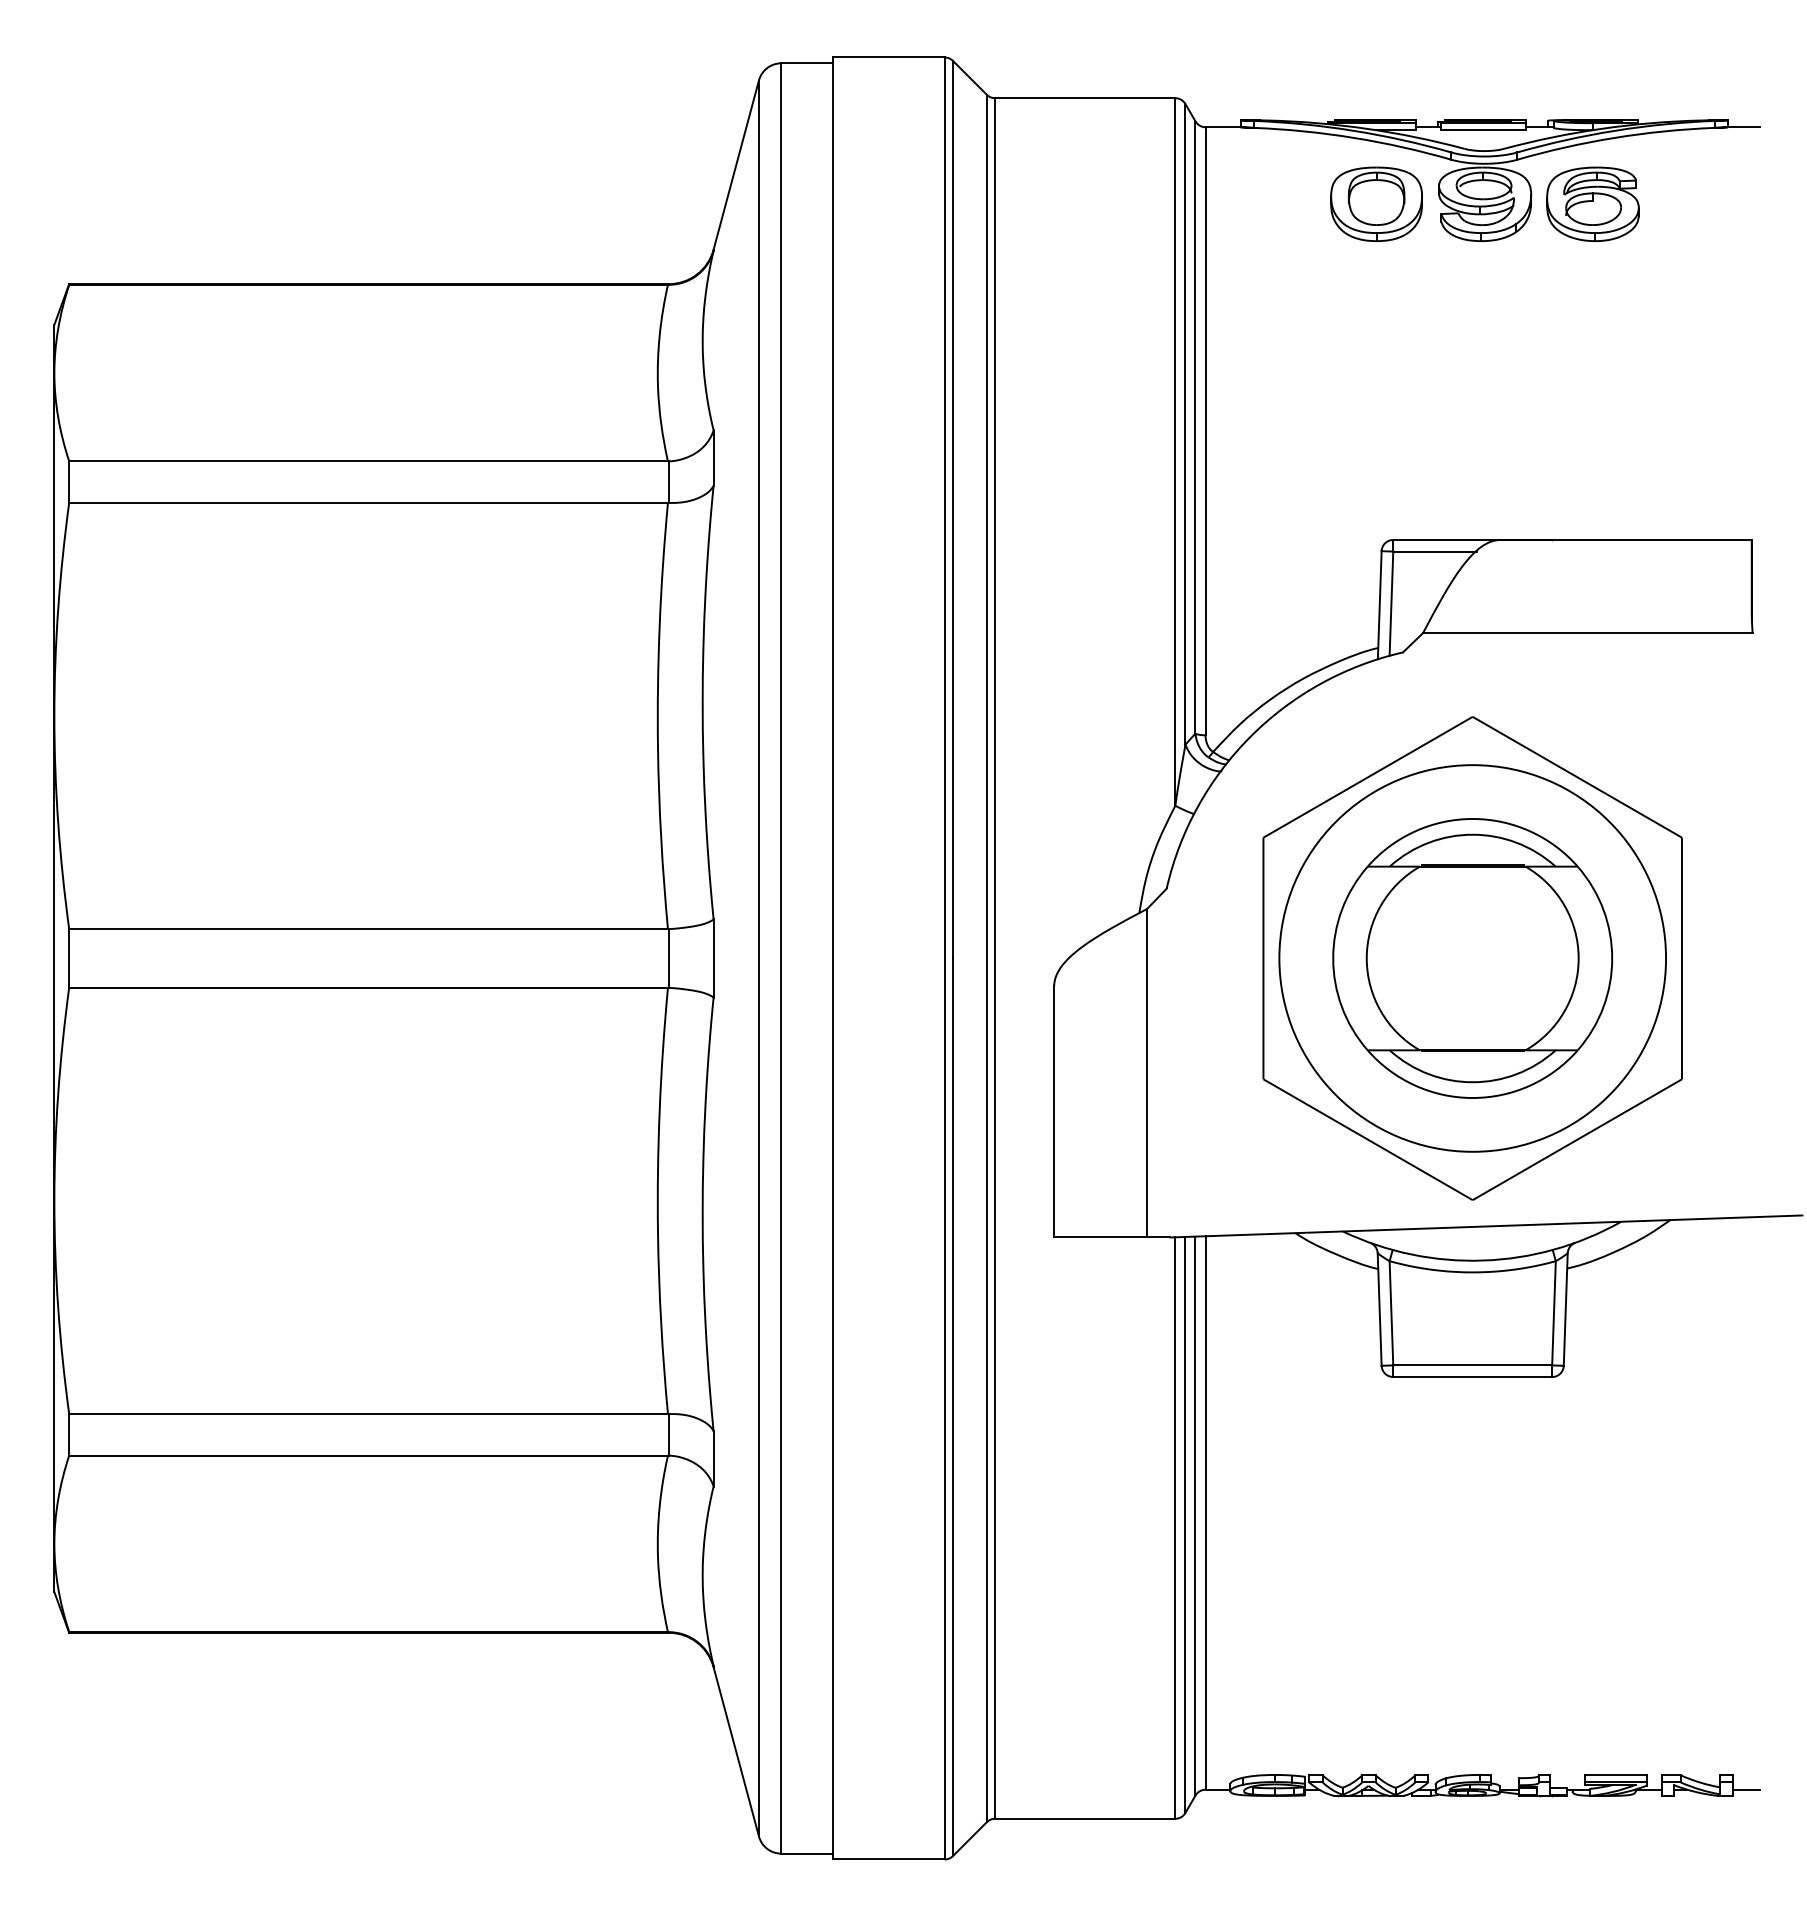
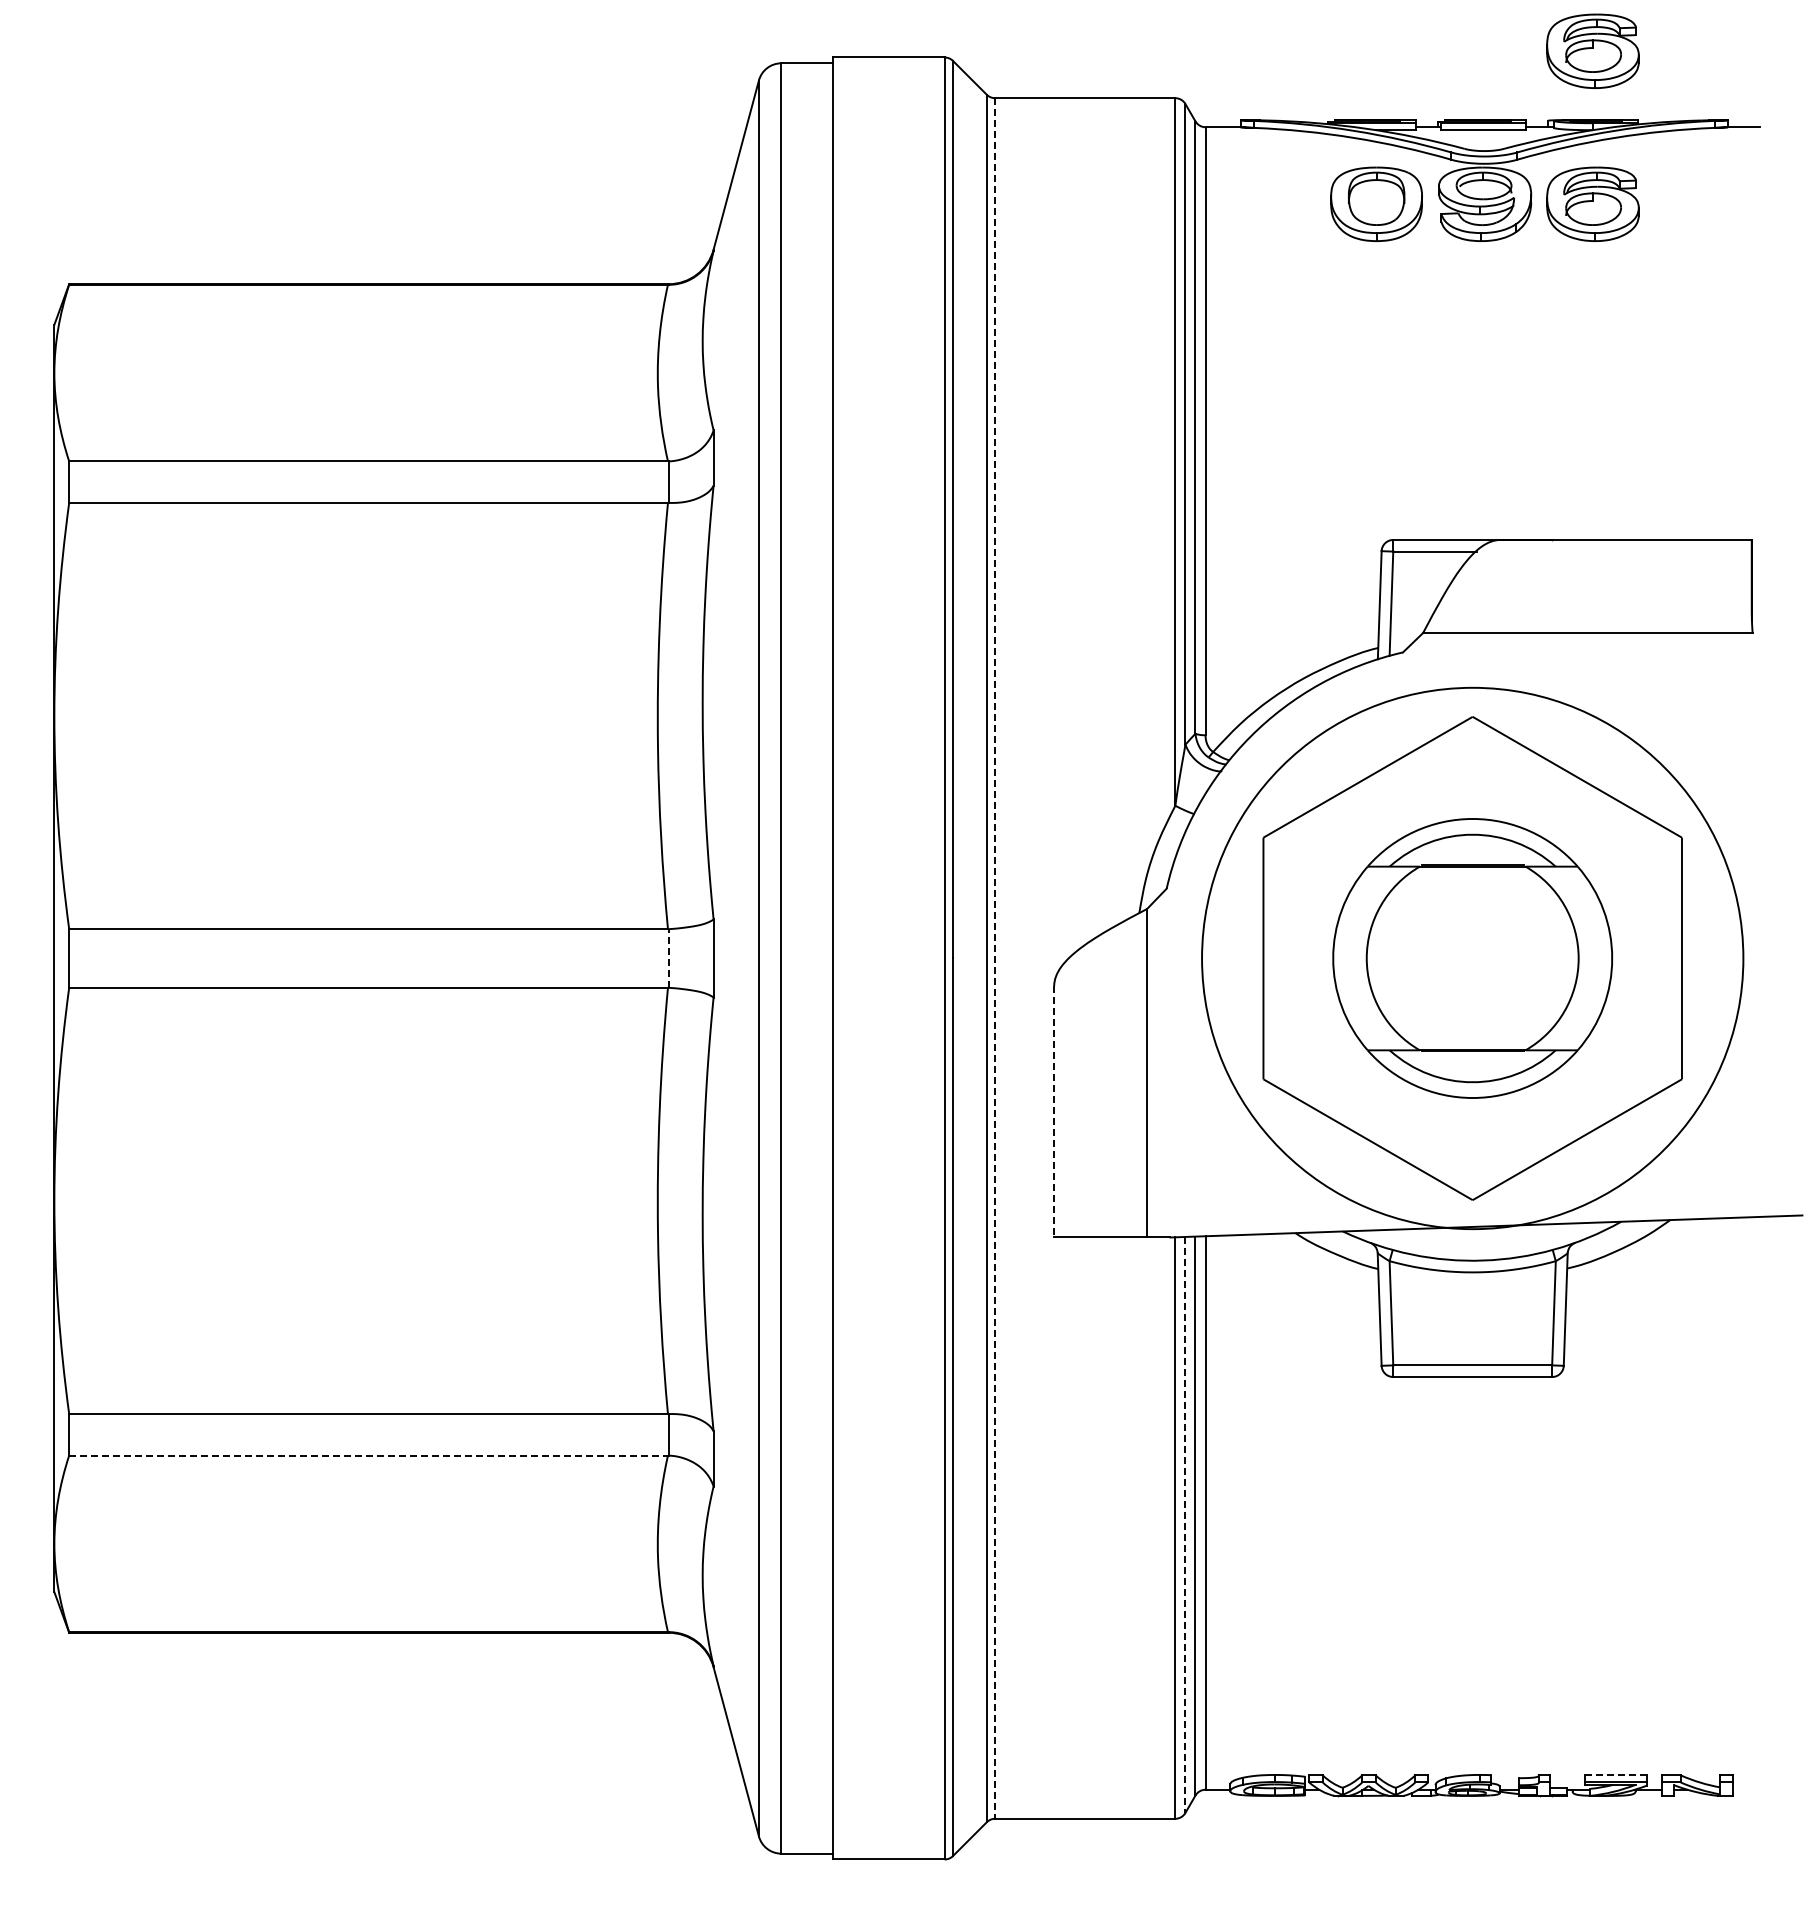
part at (1592, 50): none -> present
line at (668, 958): solid -> dashed
line at (995, 958): solid -> dashed
circle at (1472, 958) diameter: 387 px -> 541 px
line at (1054, 1111): solid -> dashed
line at (369, 1455): solid -> dashed
line at (1185, 1525): solid -> dashed
line at (1616, 1775): solid -> dashed
line at (1746, 1789): present -> none
